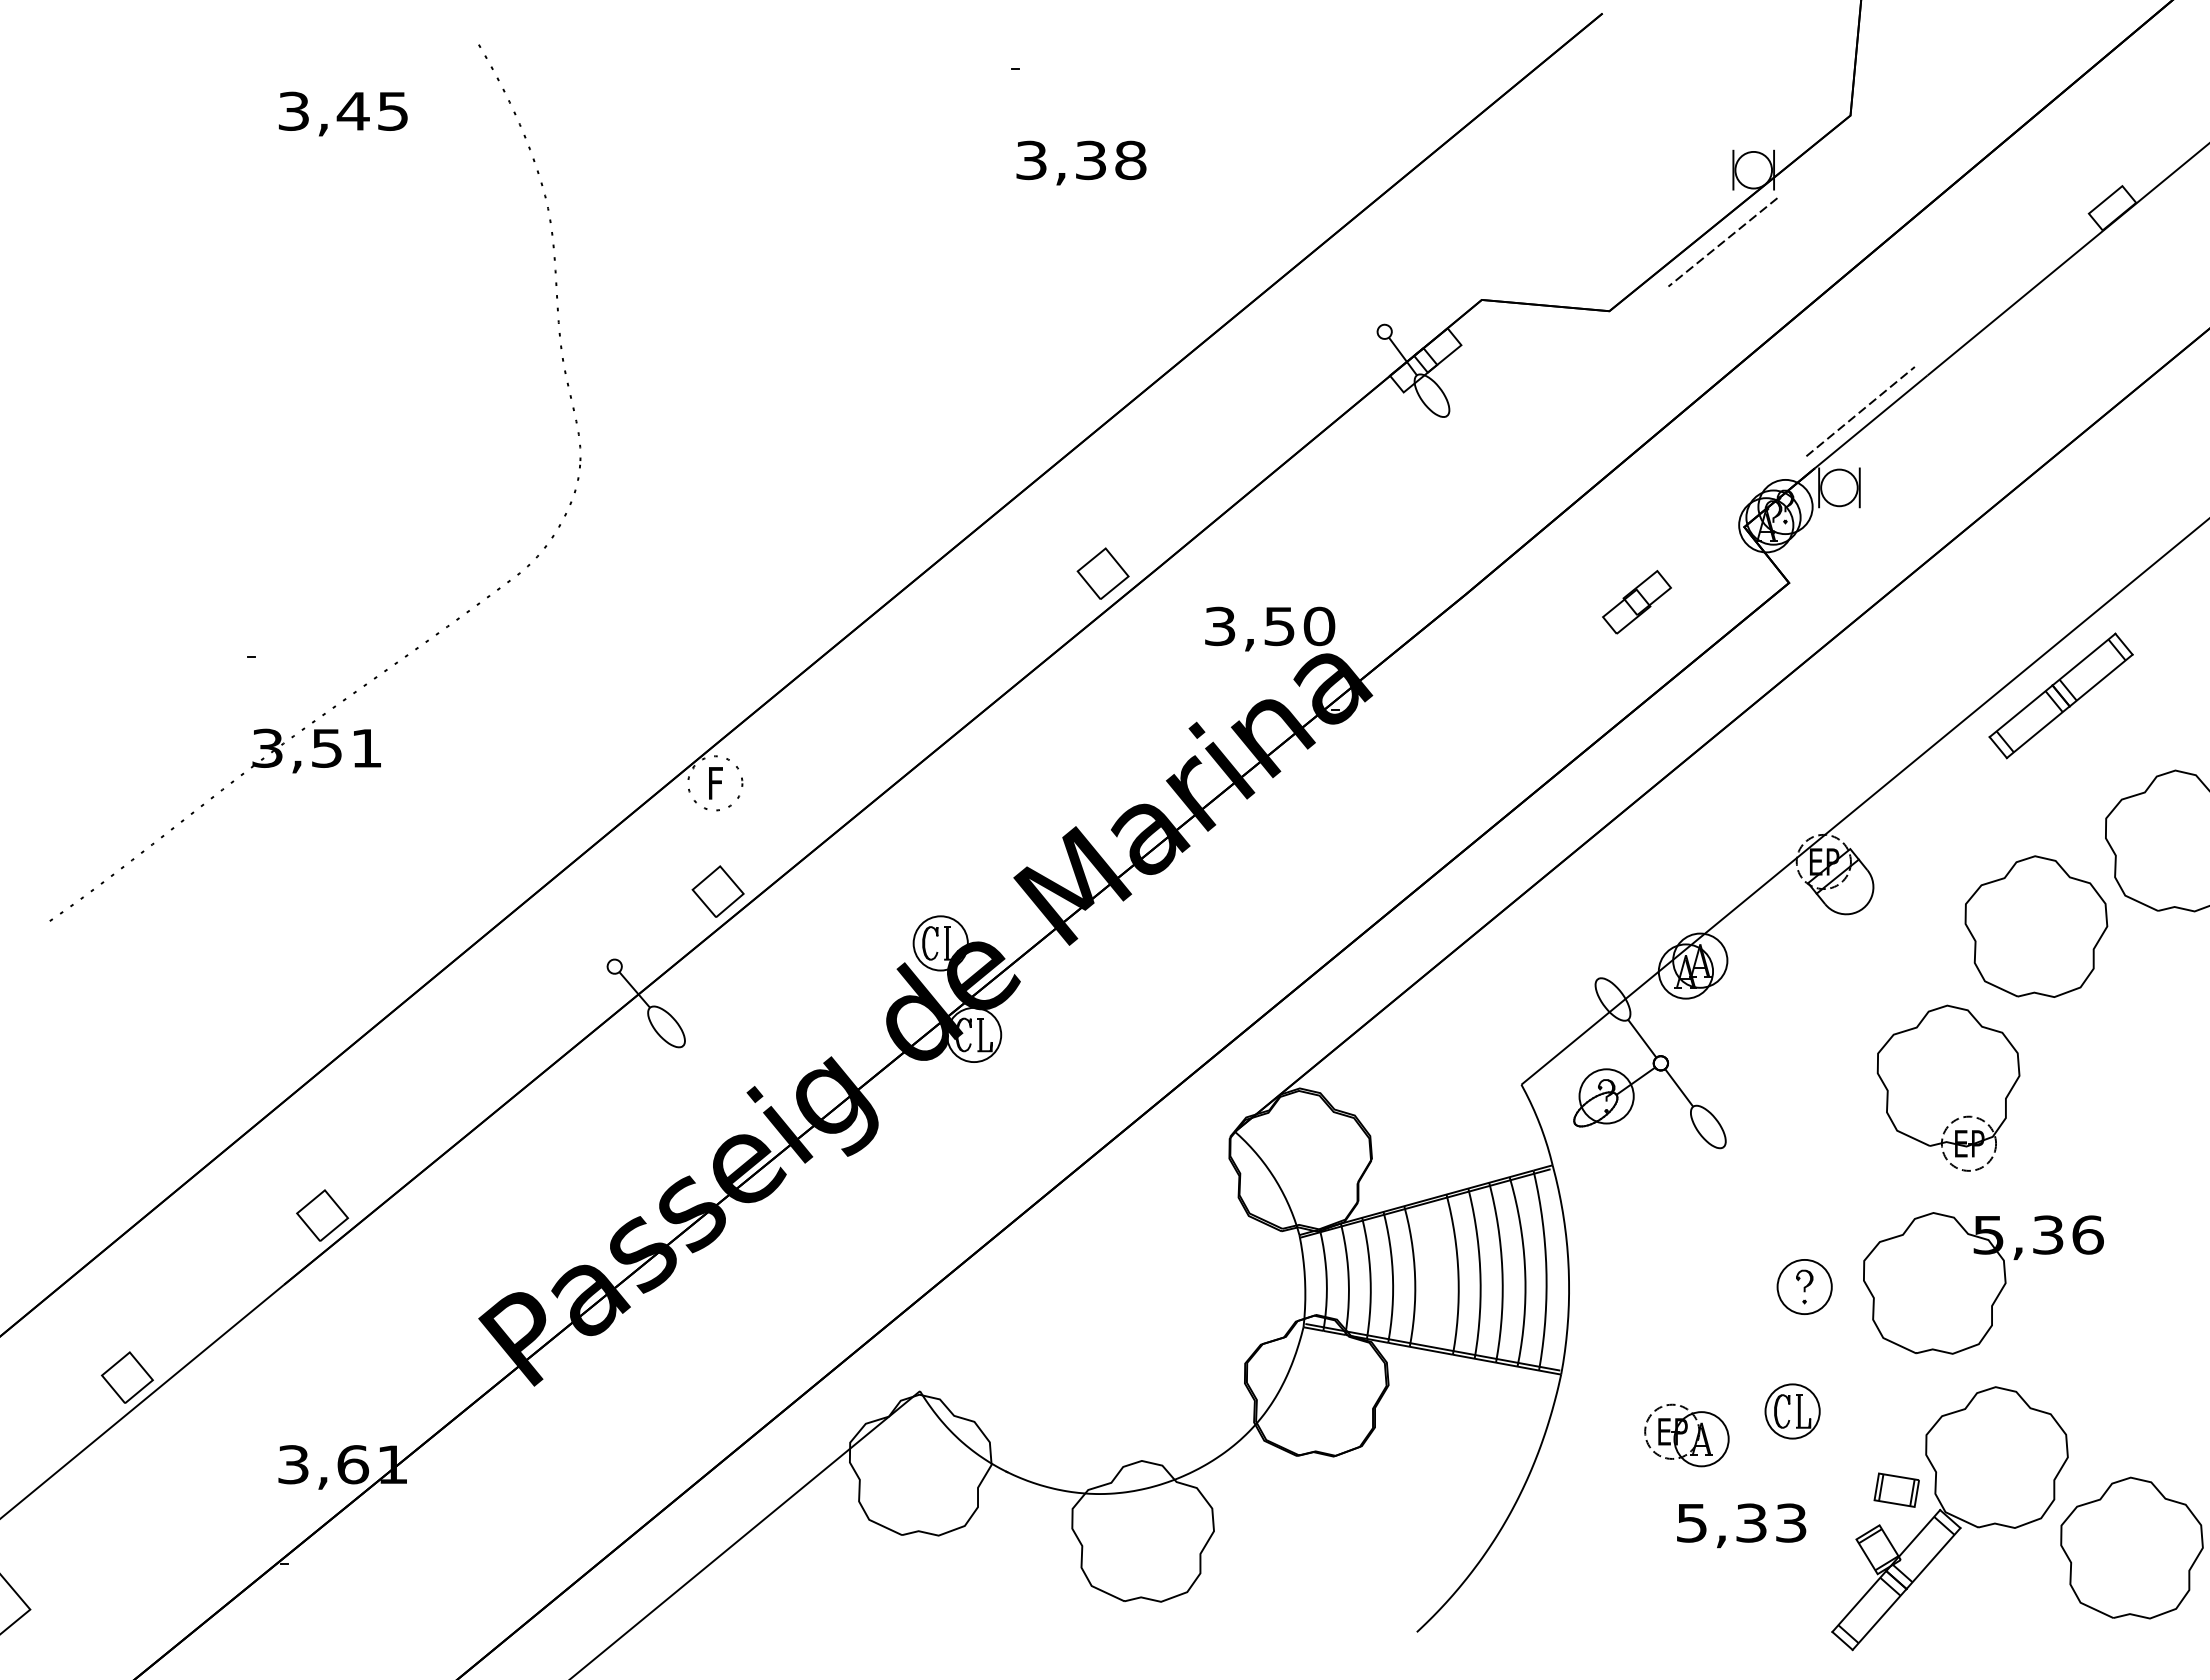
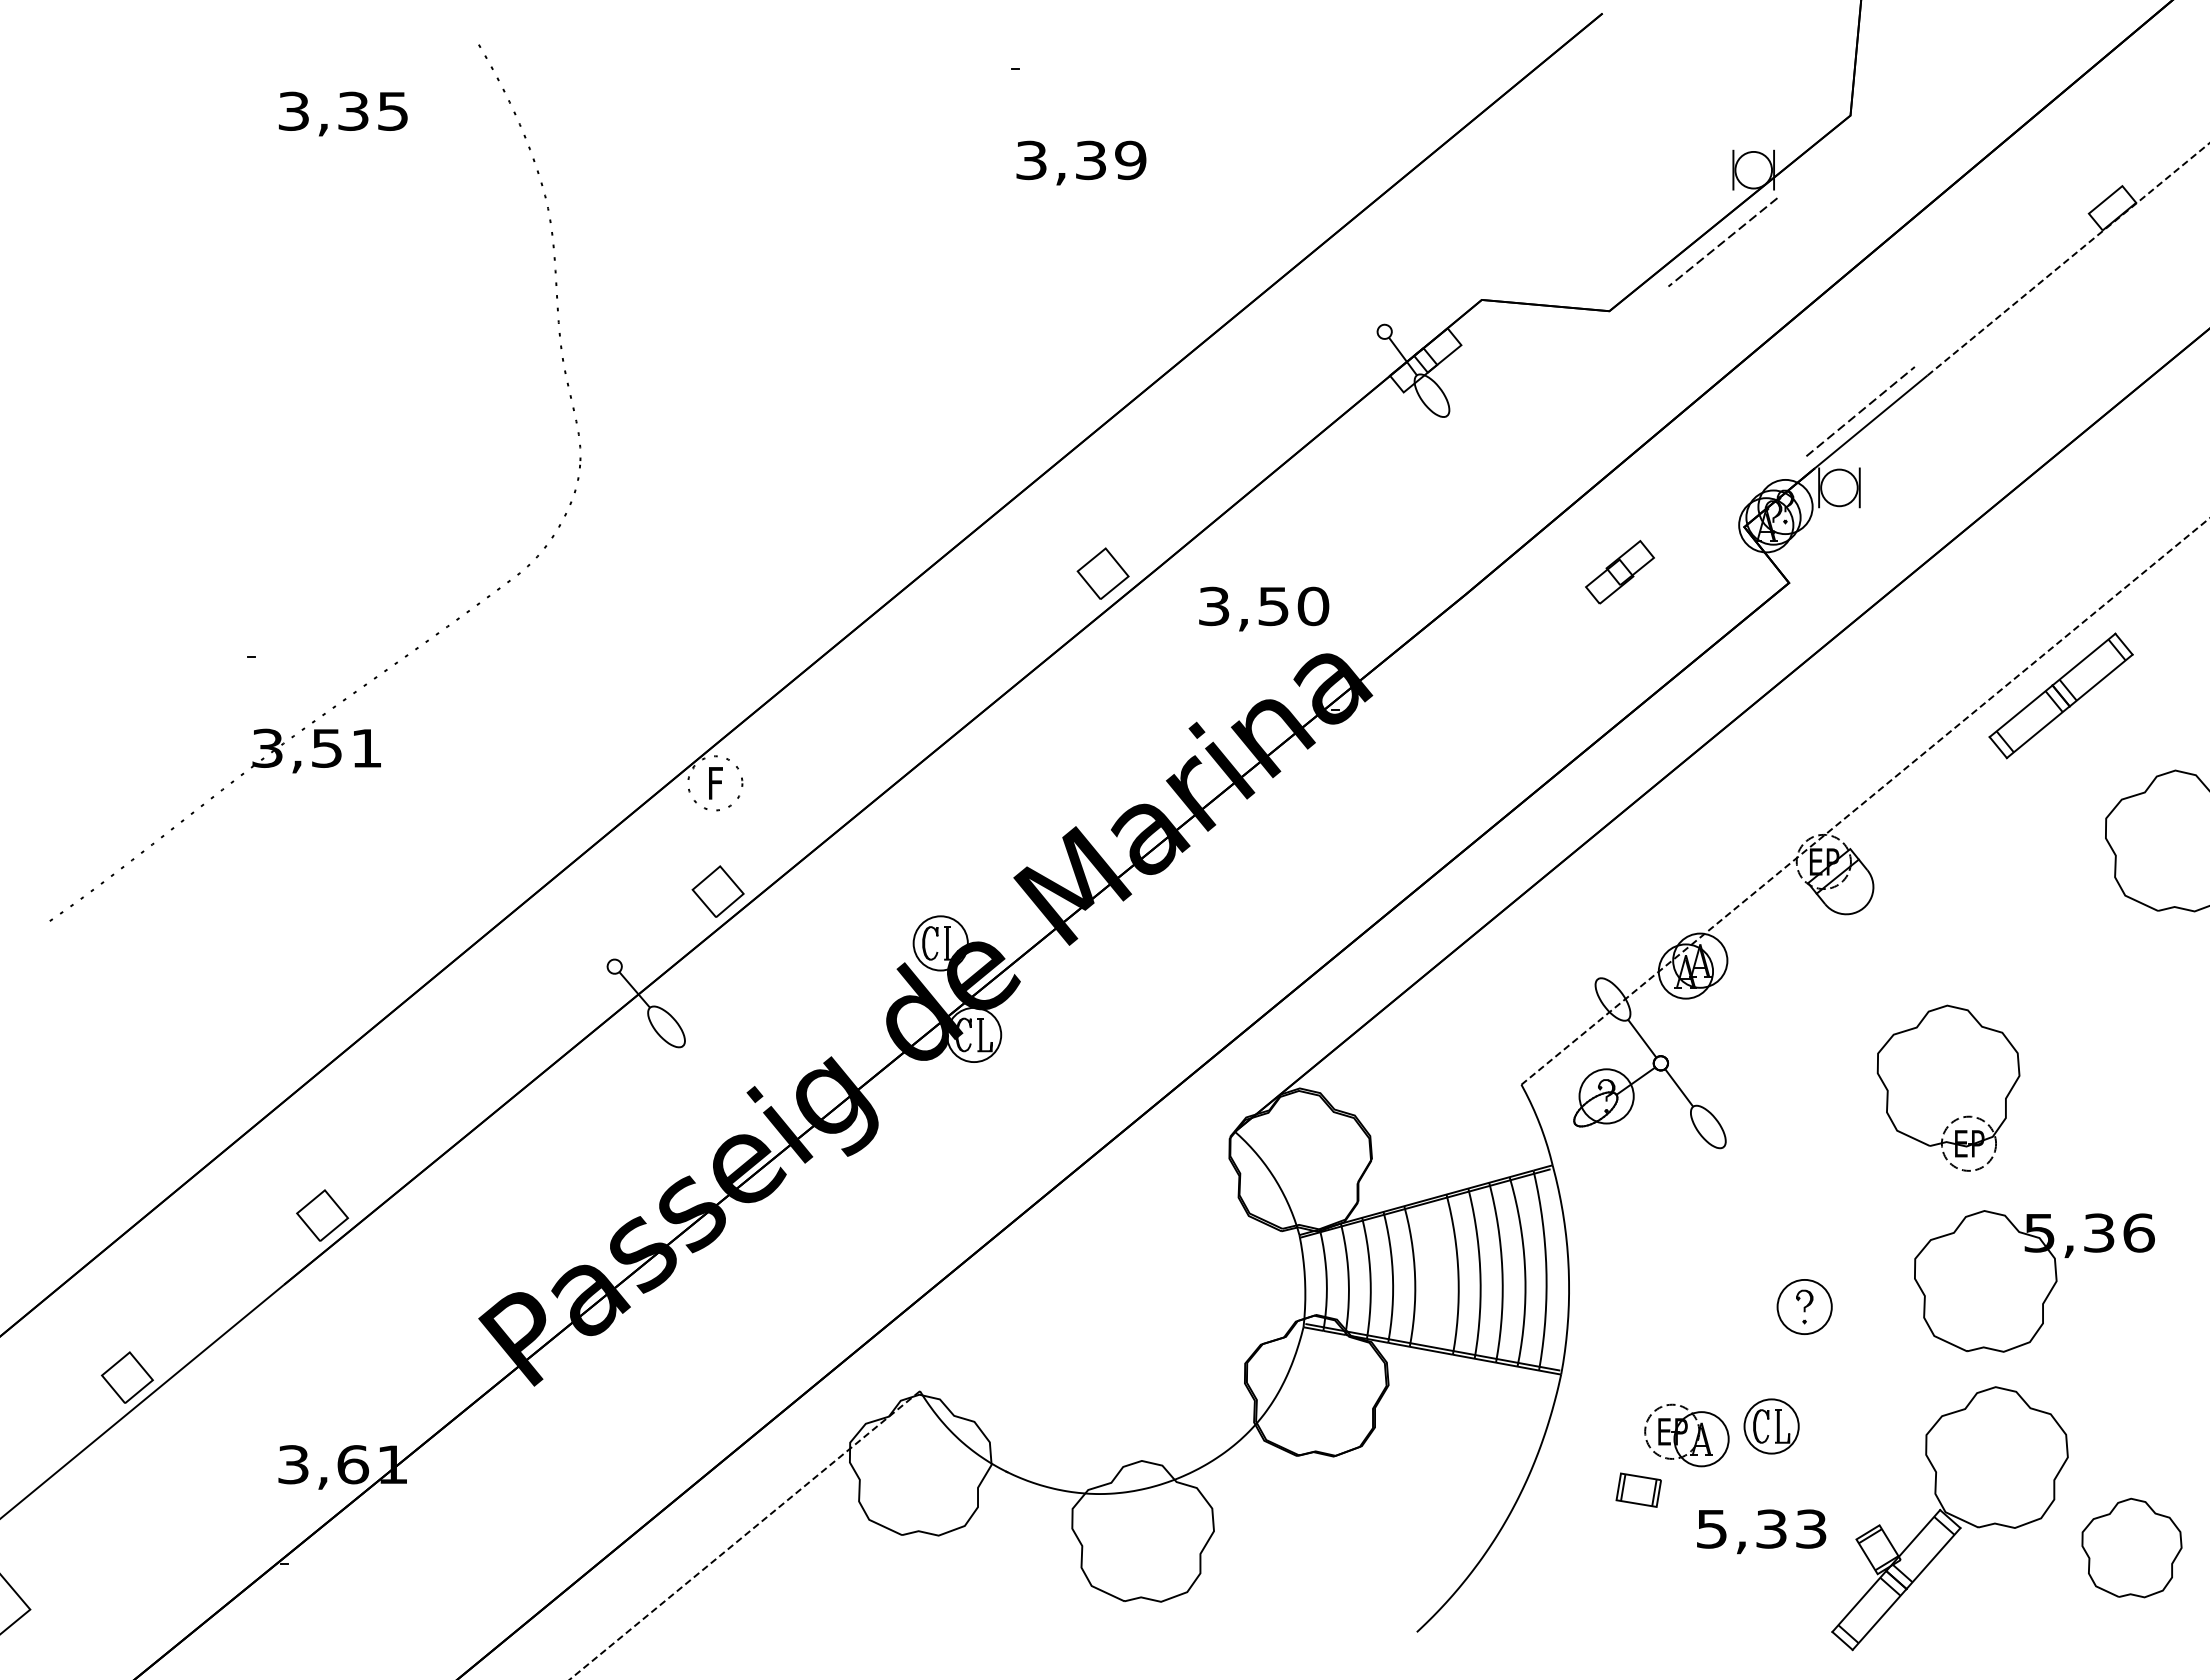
text at (352, 110): 3,45 -> 3,35
text at (1130, 160): 3,38 -> 3,39
line at (2068, 259): solid -> dashed
part at (1636, 602) position: (1636, 602) -> (1619, 572)
text at (1270, 628) position: (1270, 628) -> (1264, 608)
line at (1865, 801): solid -> dashed
part at (2036, 926): present -> none
part at (1983, 1283) position: (1983, 1283) -> (2034, 1281)
part at (1804, 1286) position: (1804, 1286) -> (1804, 1306)
part at (1792, 1411) position: (1792, 1411) -> (1771, 1426)
part at (1896, 1489) position: (1896, 1489) -> (1638, 1489)
text at (1741, 1525) position: (1741, 1525) -> (1761, 1531)
line at (744, 1535): solid -> dashed
part at (2131, 1547) size: 144x144 px -> 102x102 px
